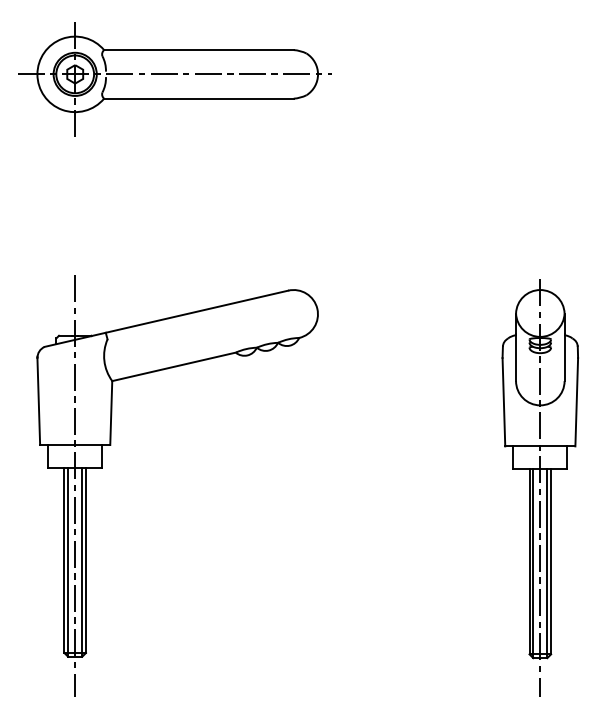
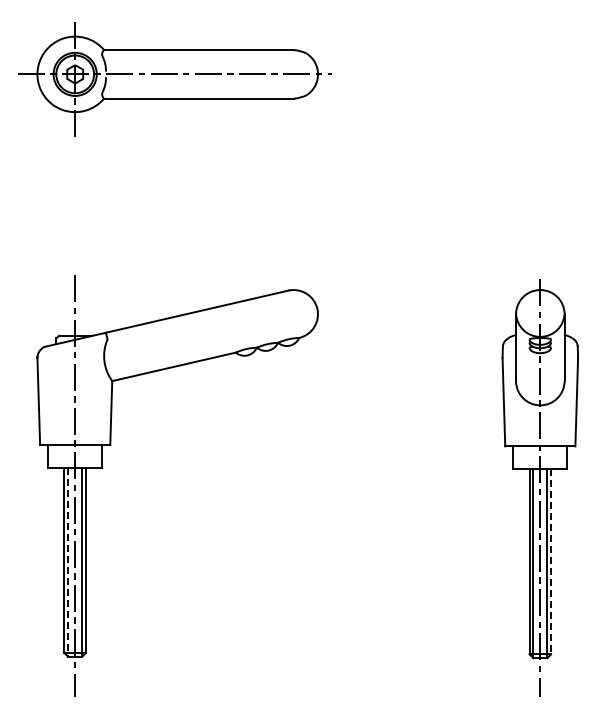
line at (551, 561): solid -> dashed
line at (68, 562): solid -> dashed
